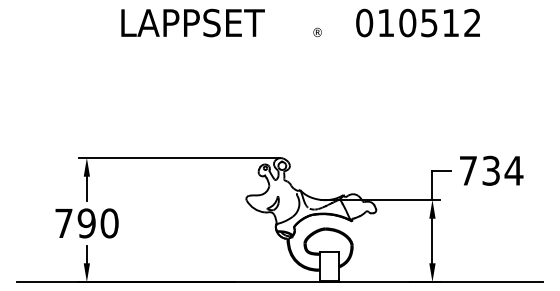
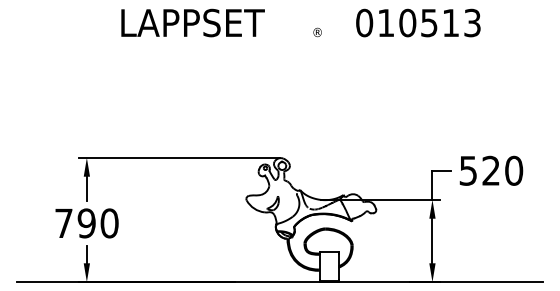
text at (472, 23): 010512 -> 010513
text at (491, 170): 734 -> 520
